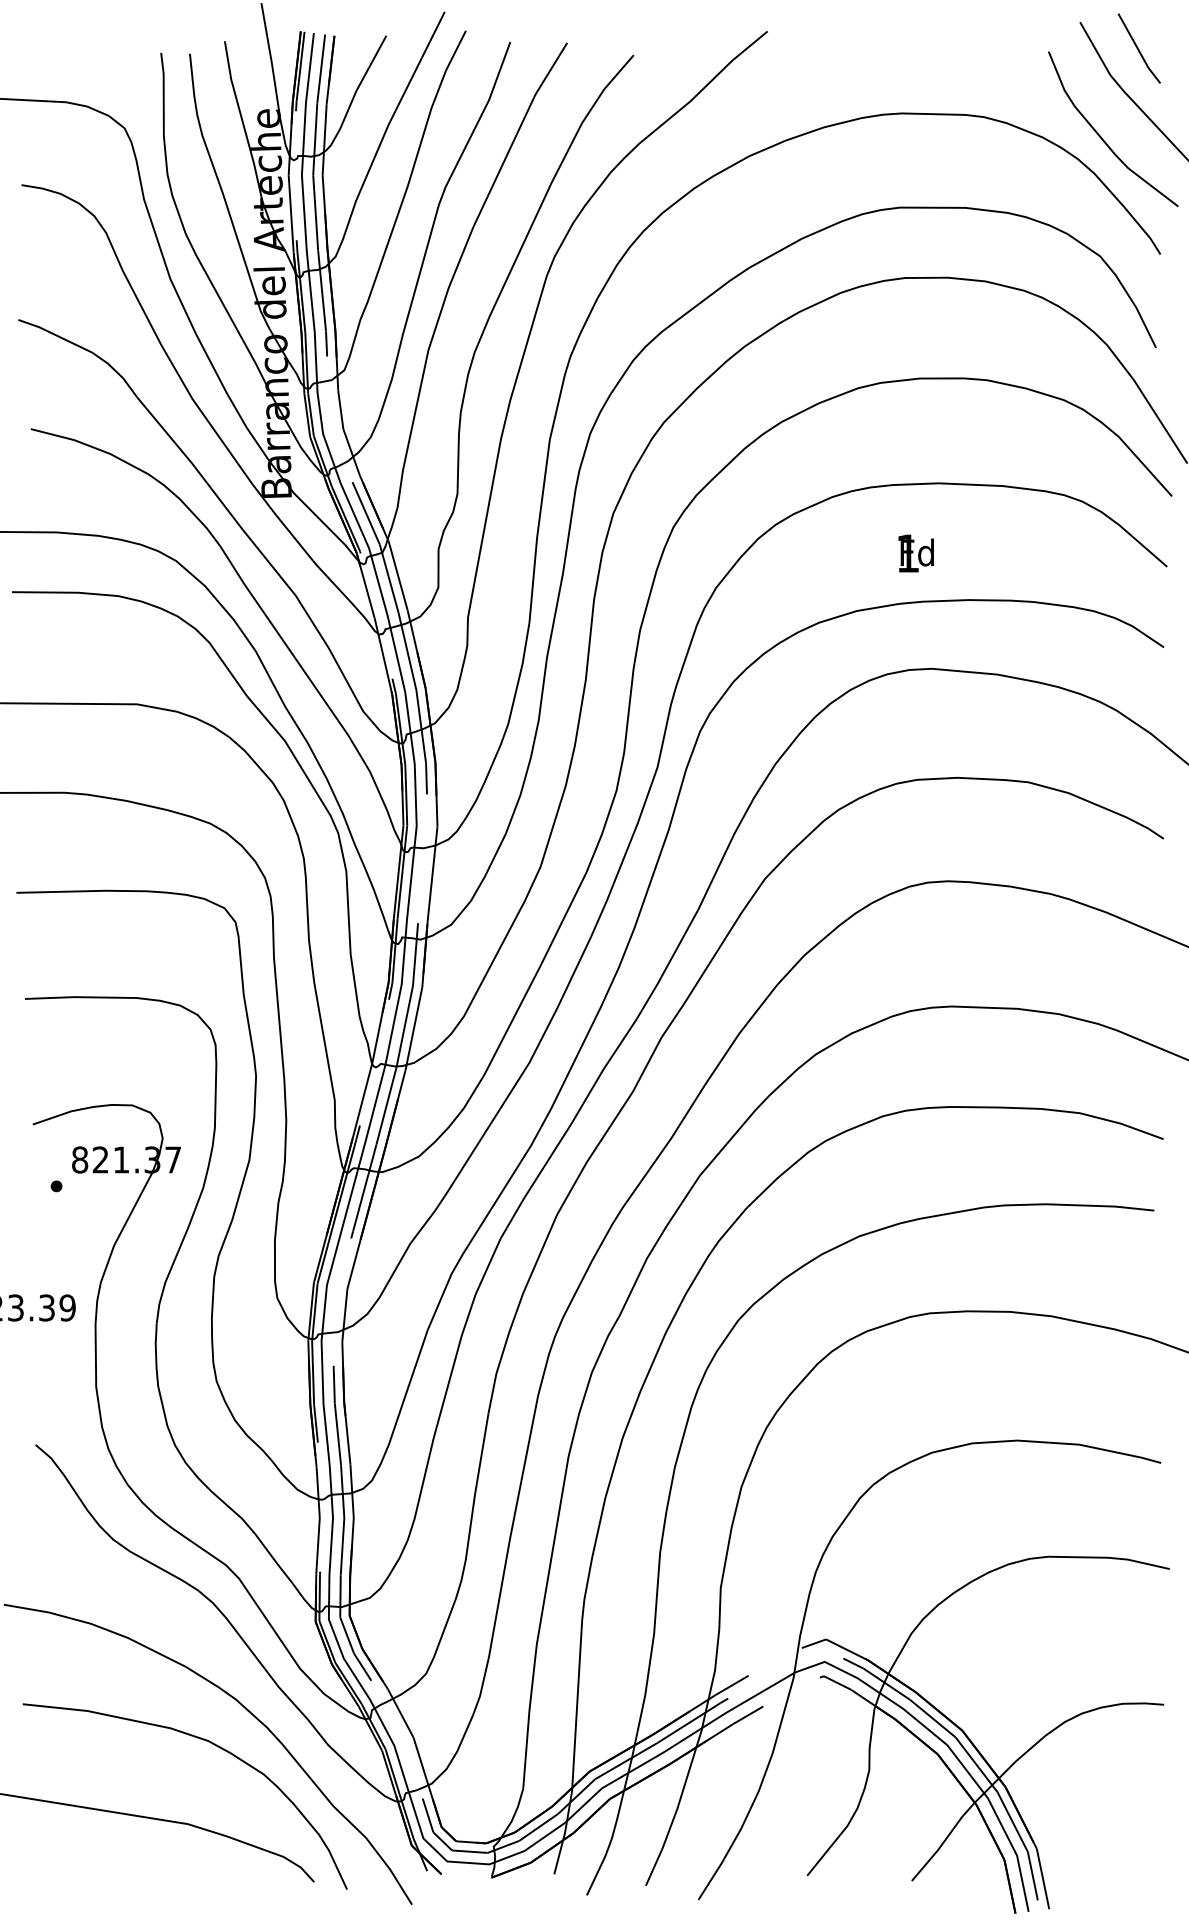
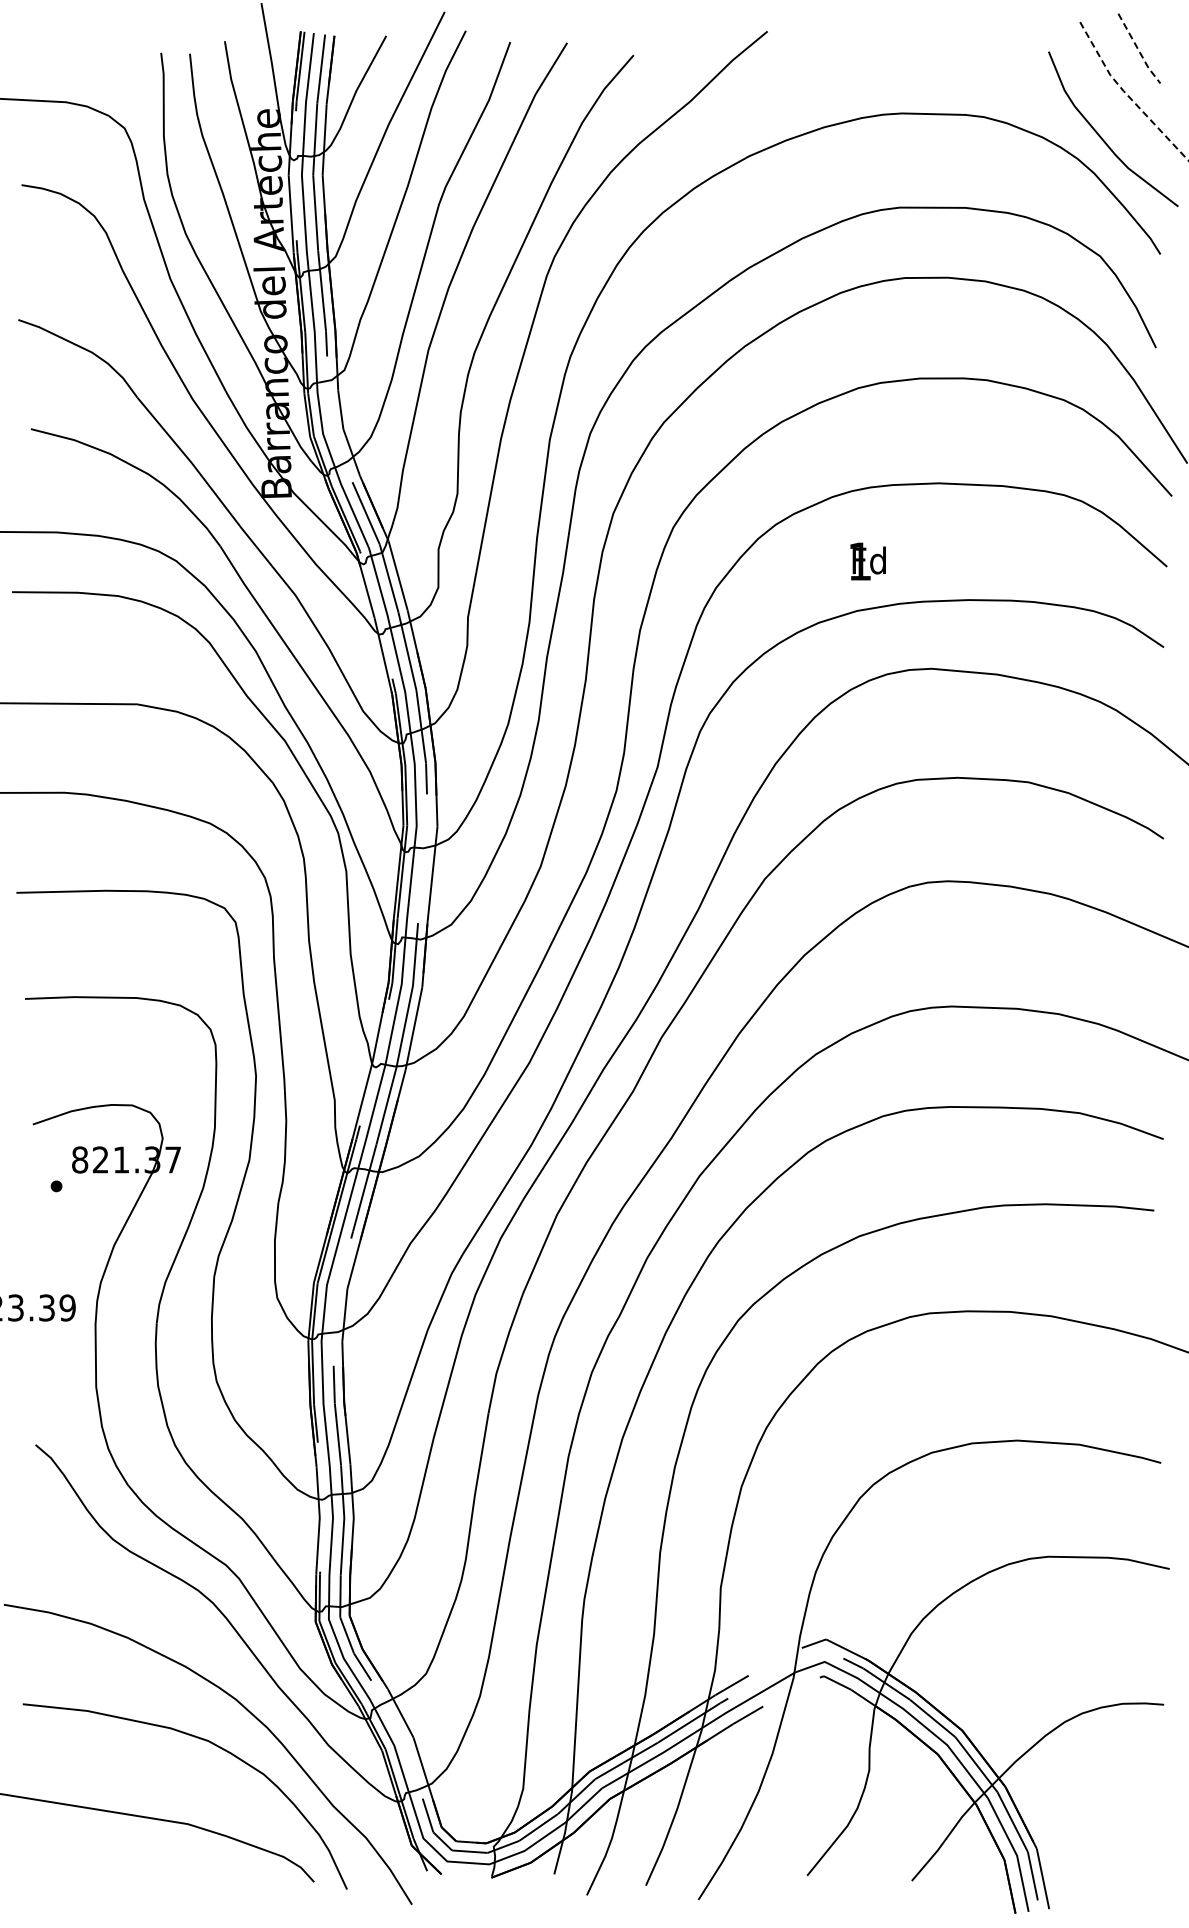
line at (1138, 49): solid -> dashed
line at (1127, 95): solid -> dashed
text at (915, 553) position: (915, 553) -> (867, 561)
